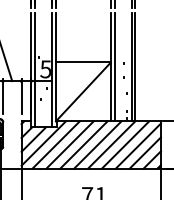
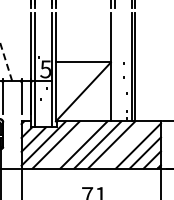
line at (6, 61): solid -> dashed
line at (114, 67): present -> none
line at (69, 144): present -> none
line at (125, 144): present -> none
